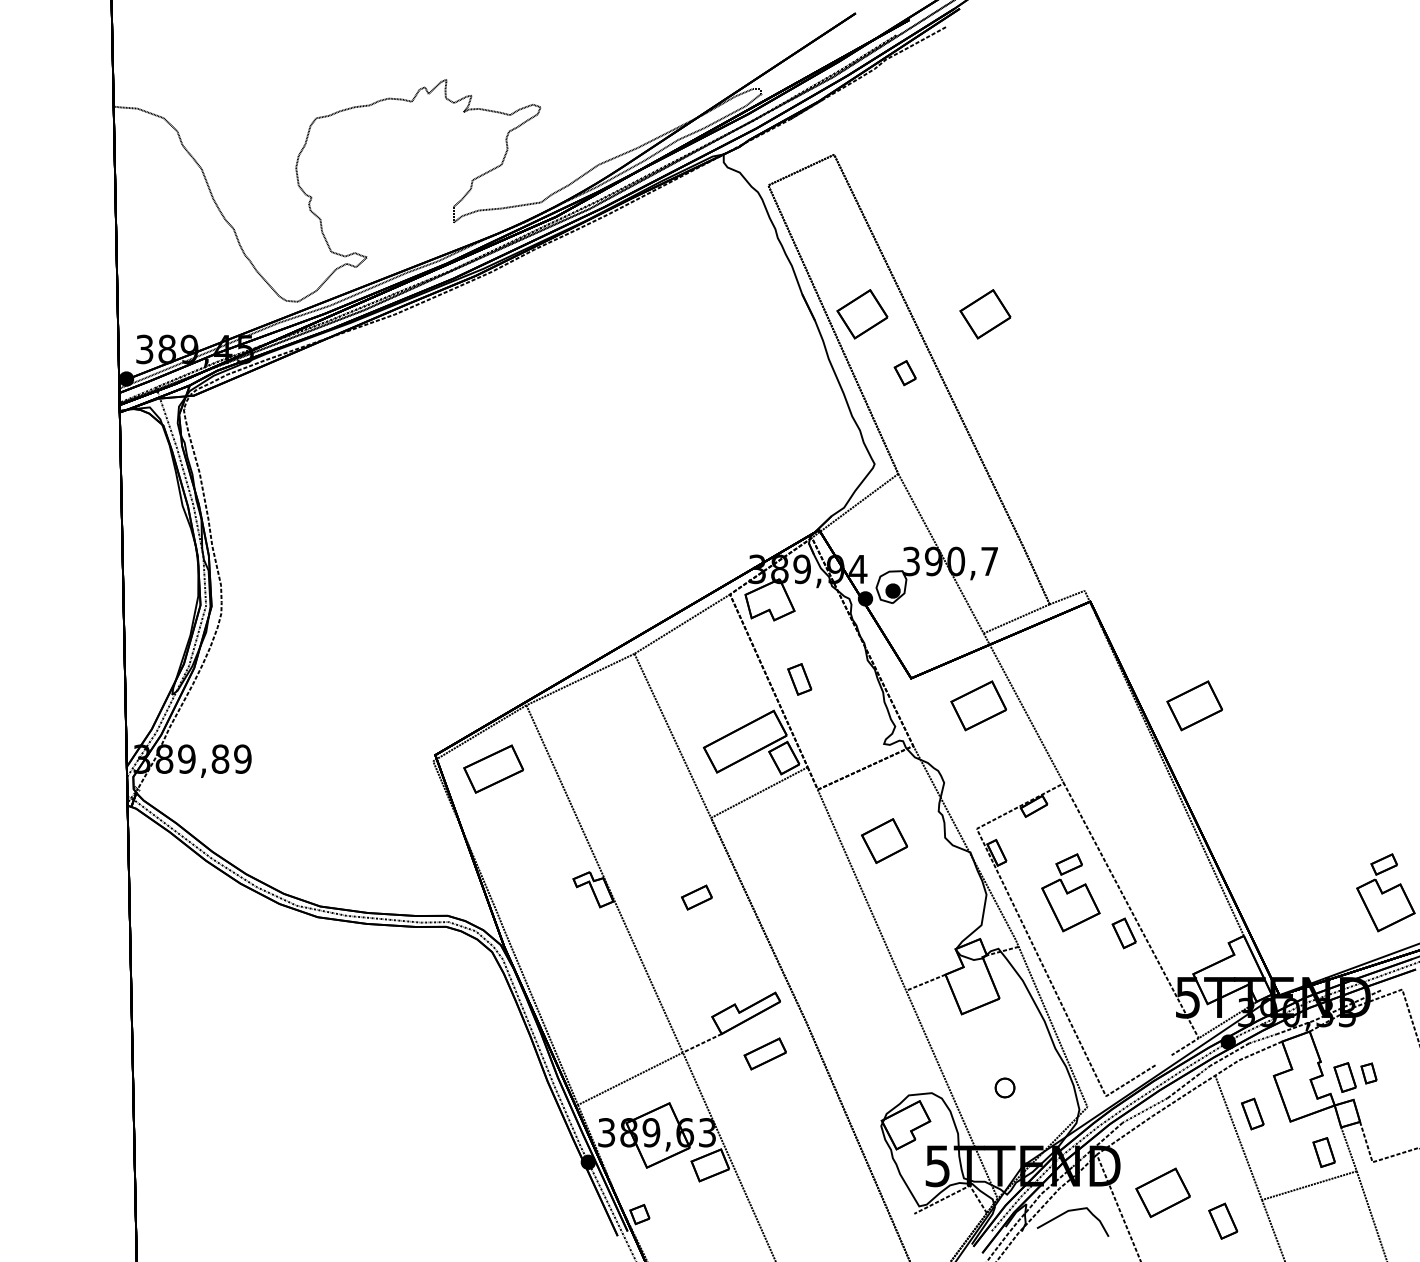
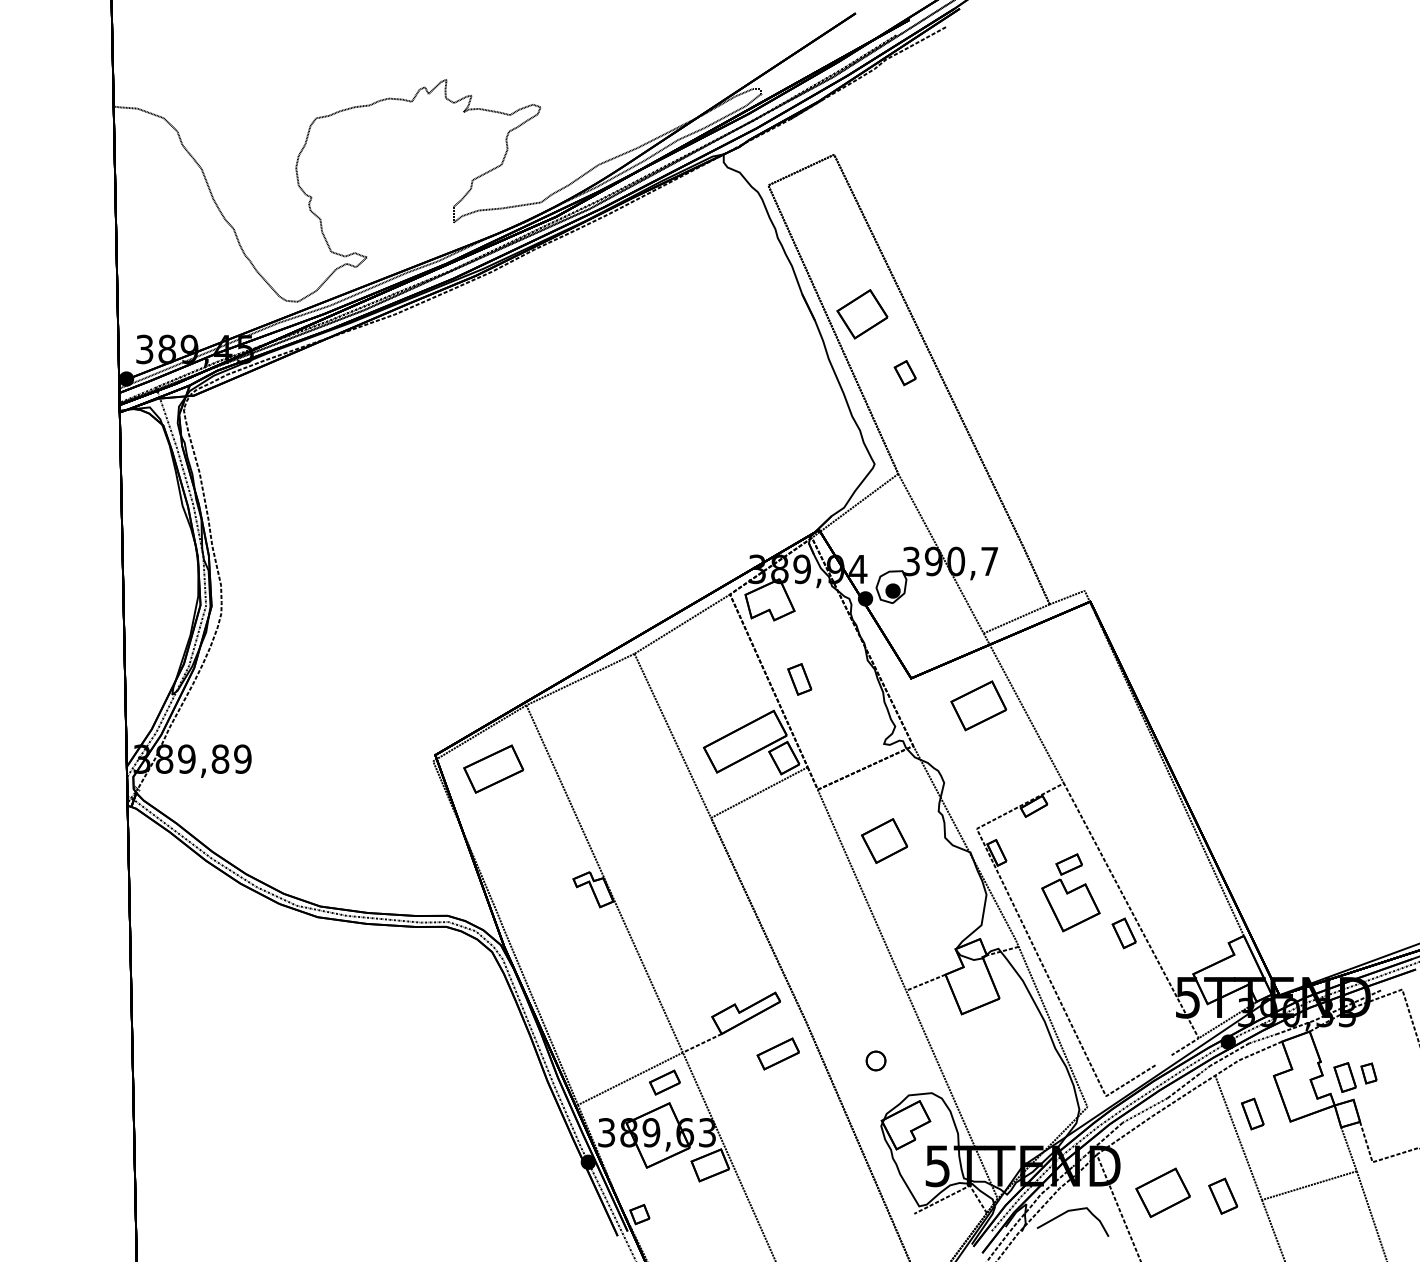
part at (985, 314): present -> none
part at (1194, 705): present -> none
part at (1385, 892): present -> none
part at (696, 897) position: (696, 897) -> (664, 1082)
part at (764, 1053) position: (764, 1053) -> (777, 1053)
part at (1004, 1087) position: (1004, 1087) -> (875, 1060)
part at (1323, 1152): present -> none
part at (1223, 1220) position: (1223, 1220) -> (1223, 1195)
